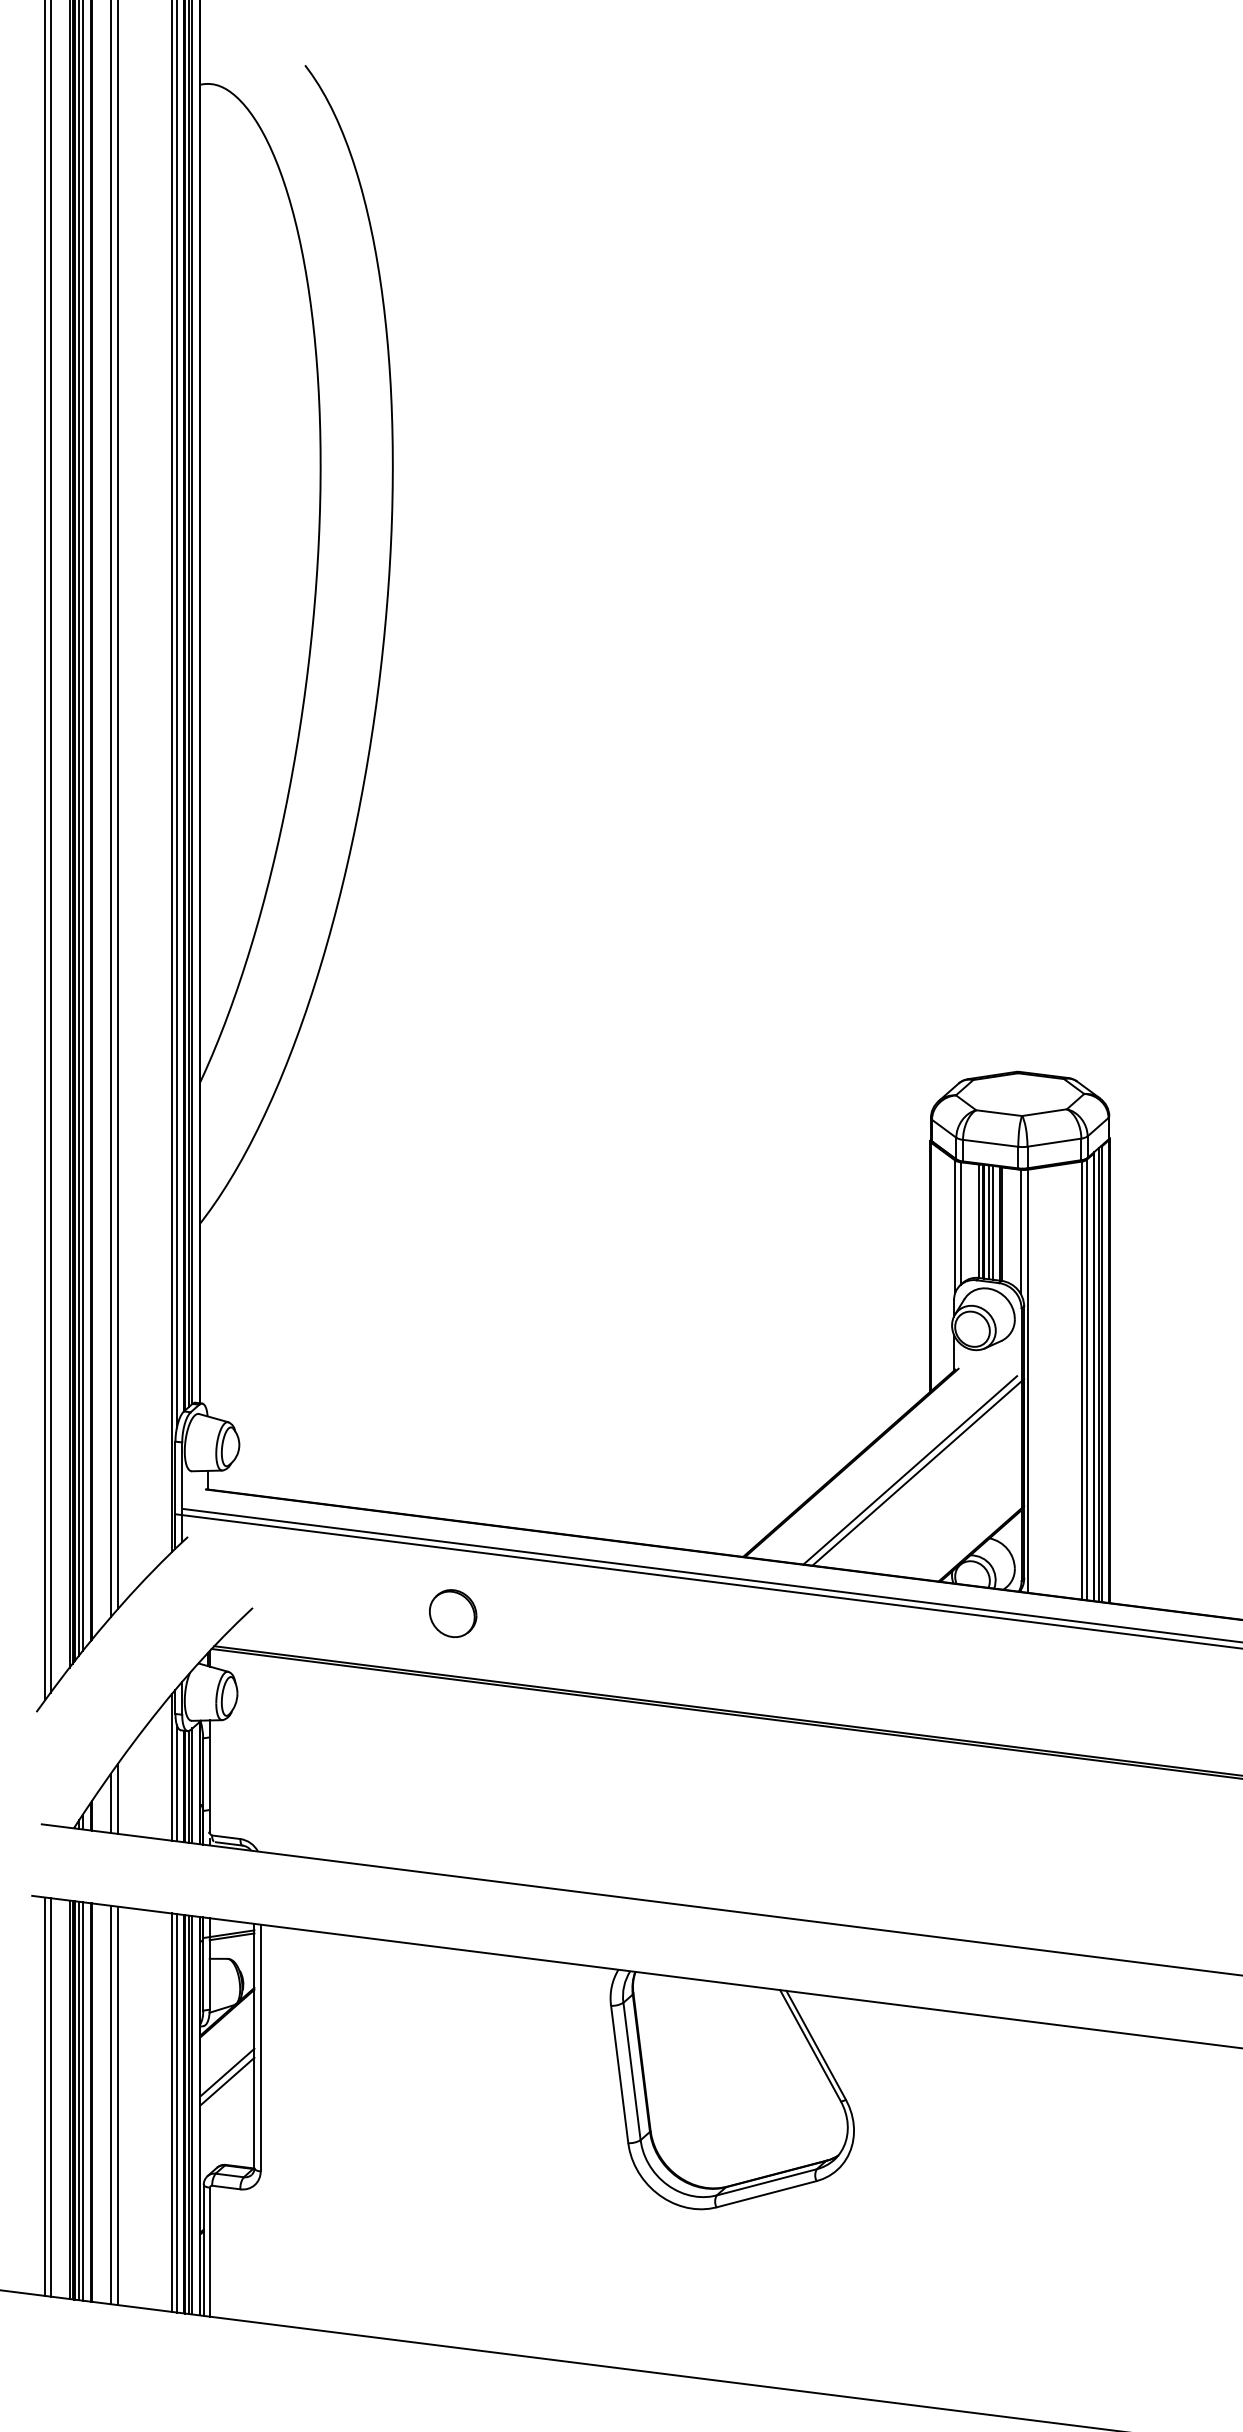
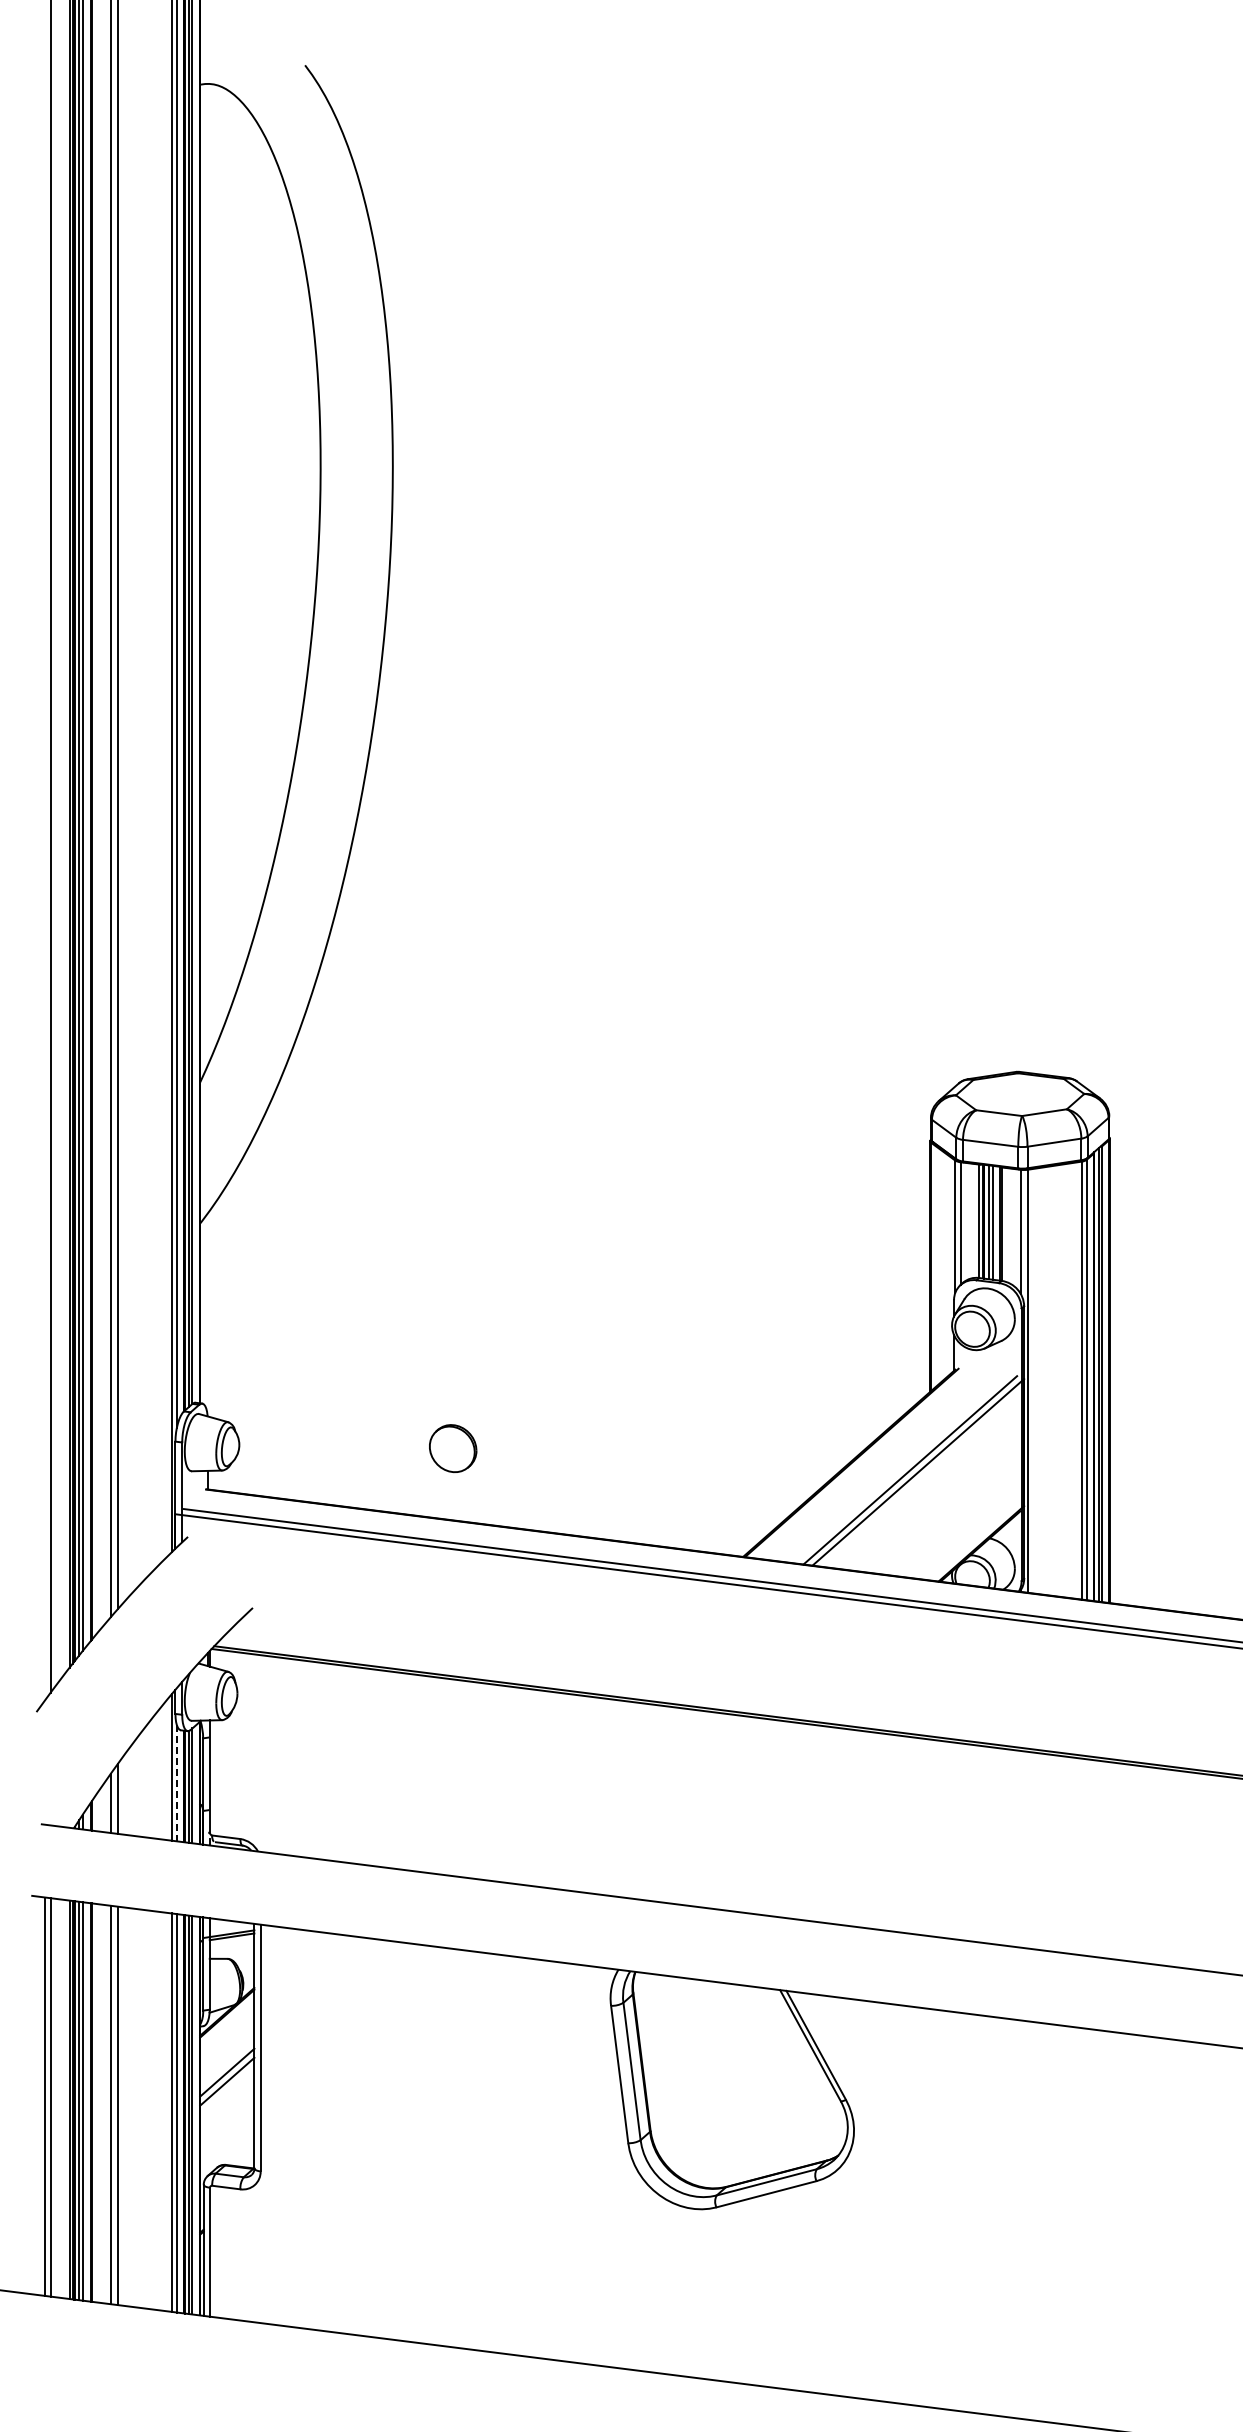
line at (45, 850): present -> none
part at (453, 1613) position: (453, 1613) -> (453, 1448)
line at (176, 1783): solid -> dashed
